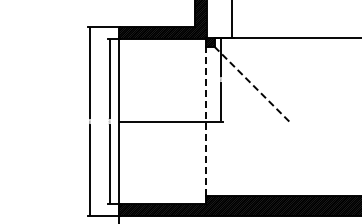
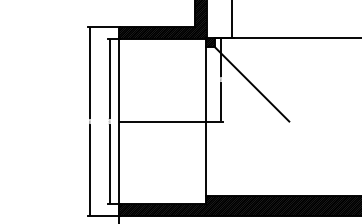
line at (252, 84): dashed -> solid
line at (205, 121): dashed -> solid
